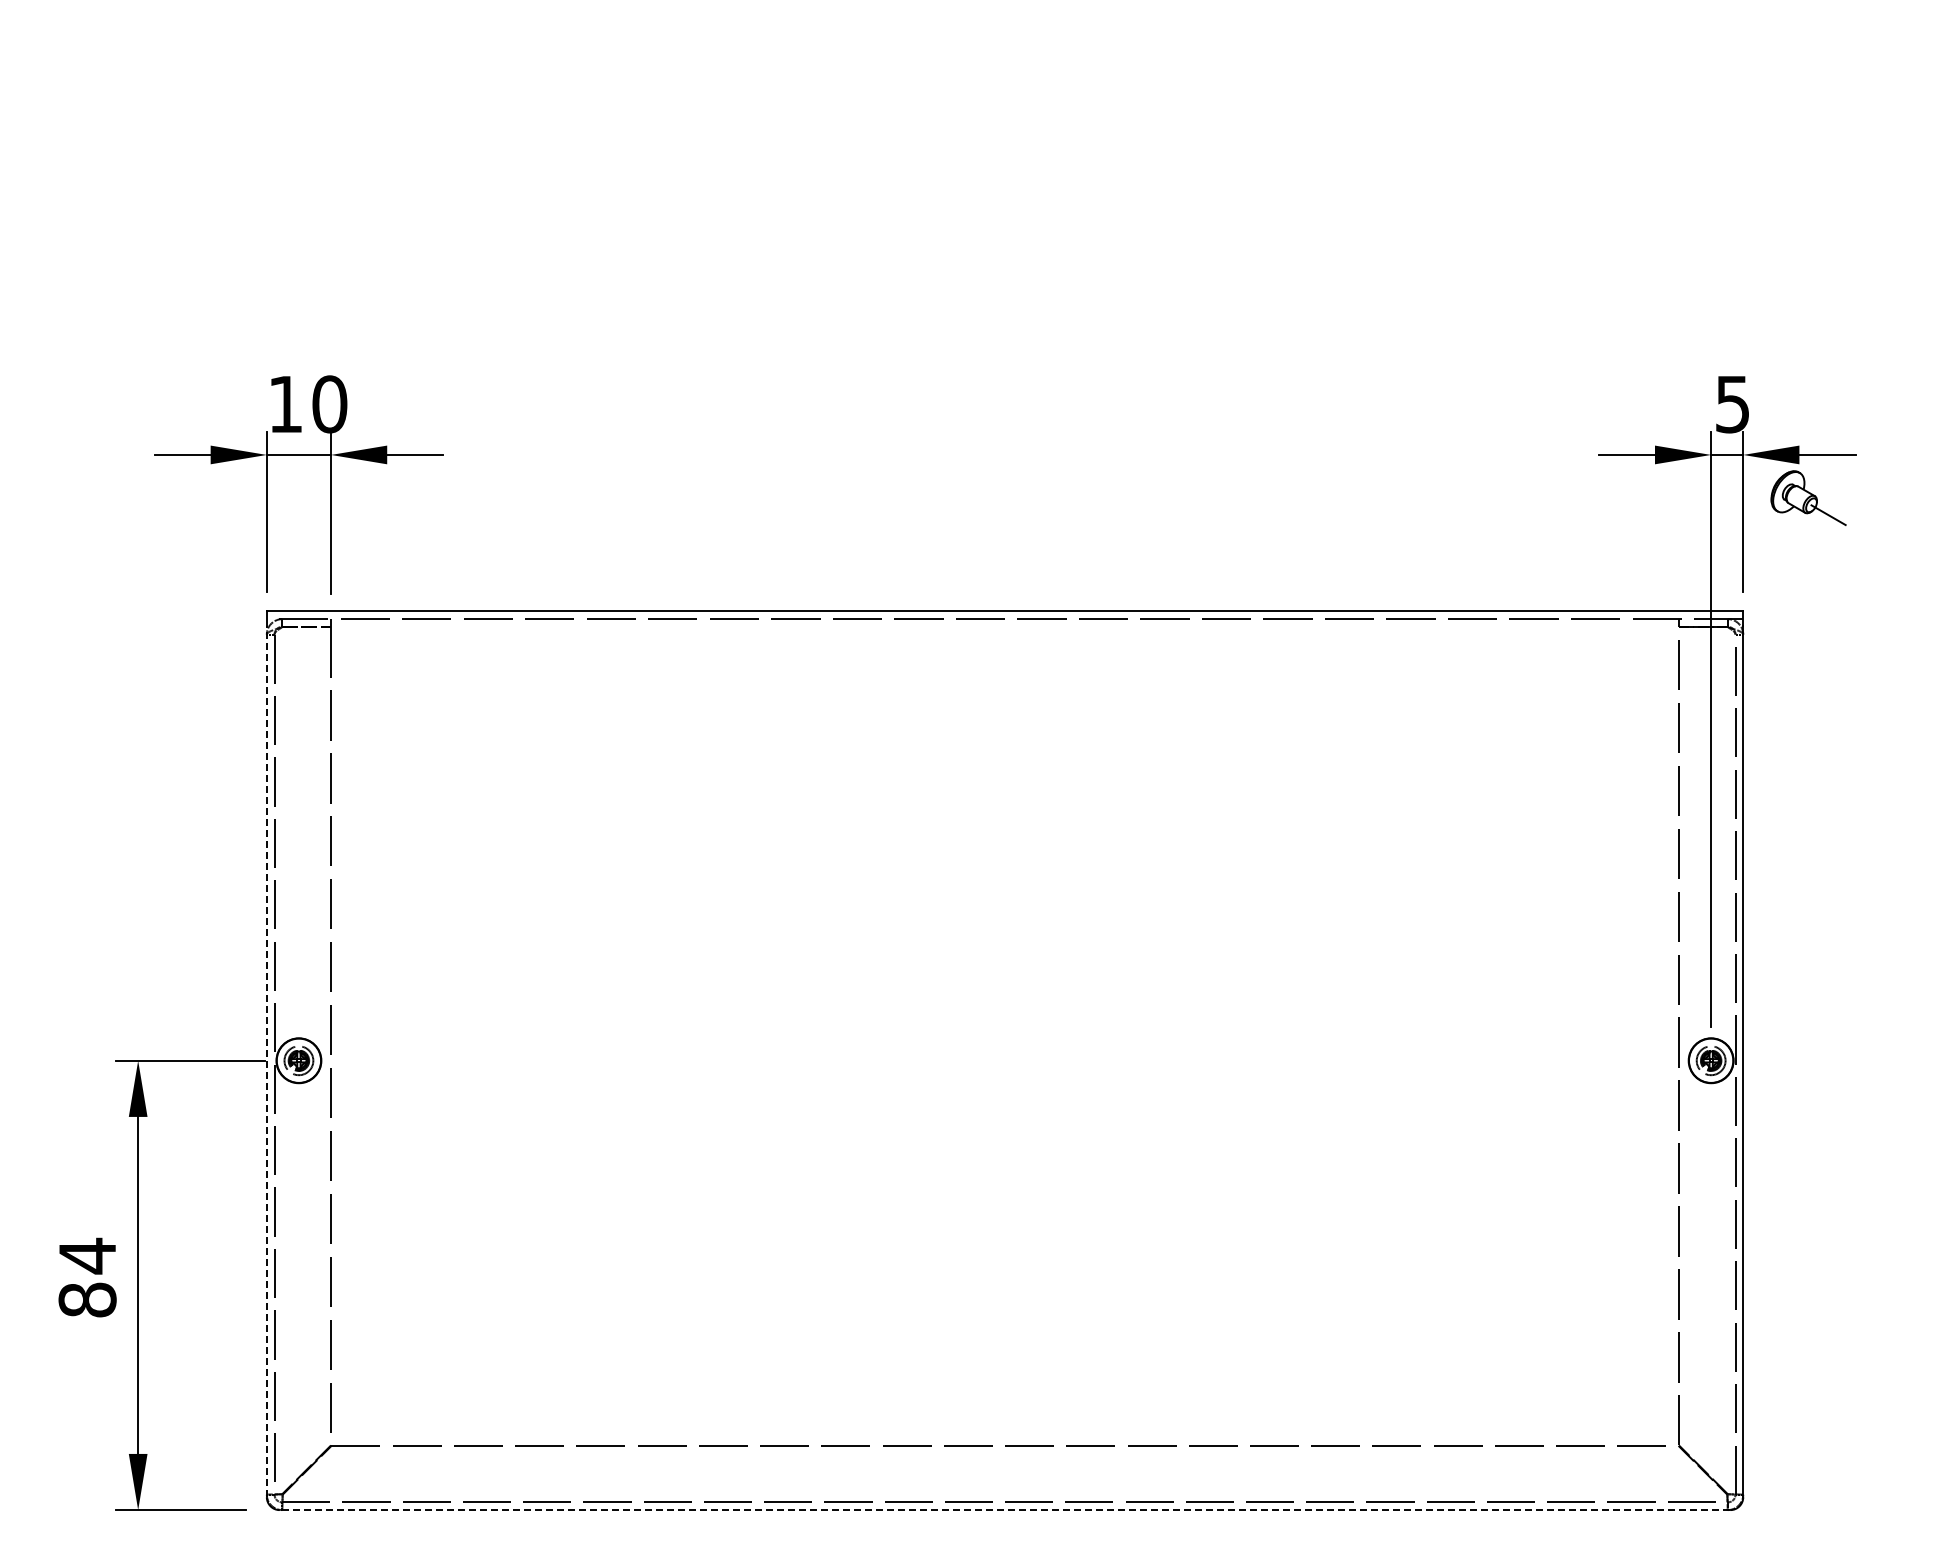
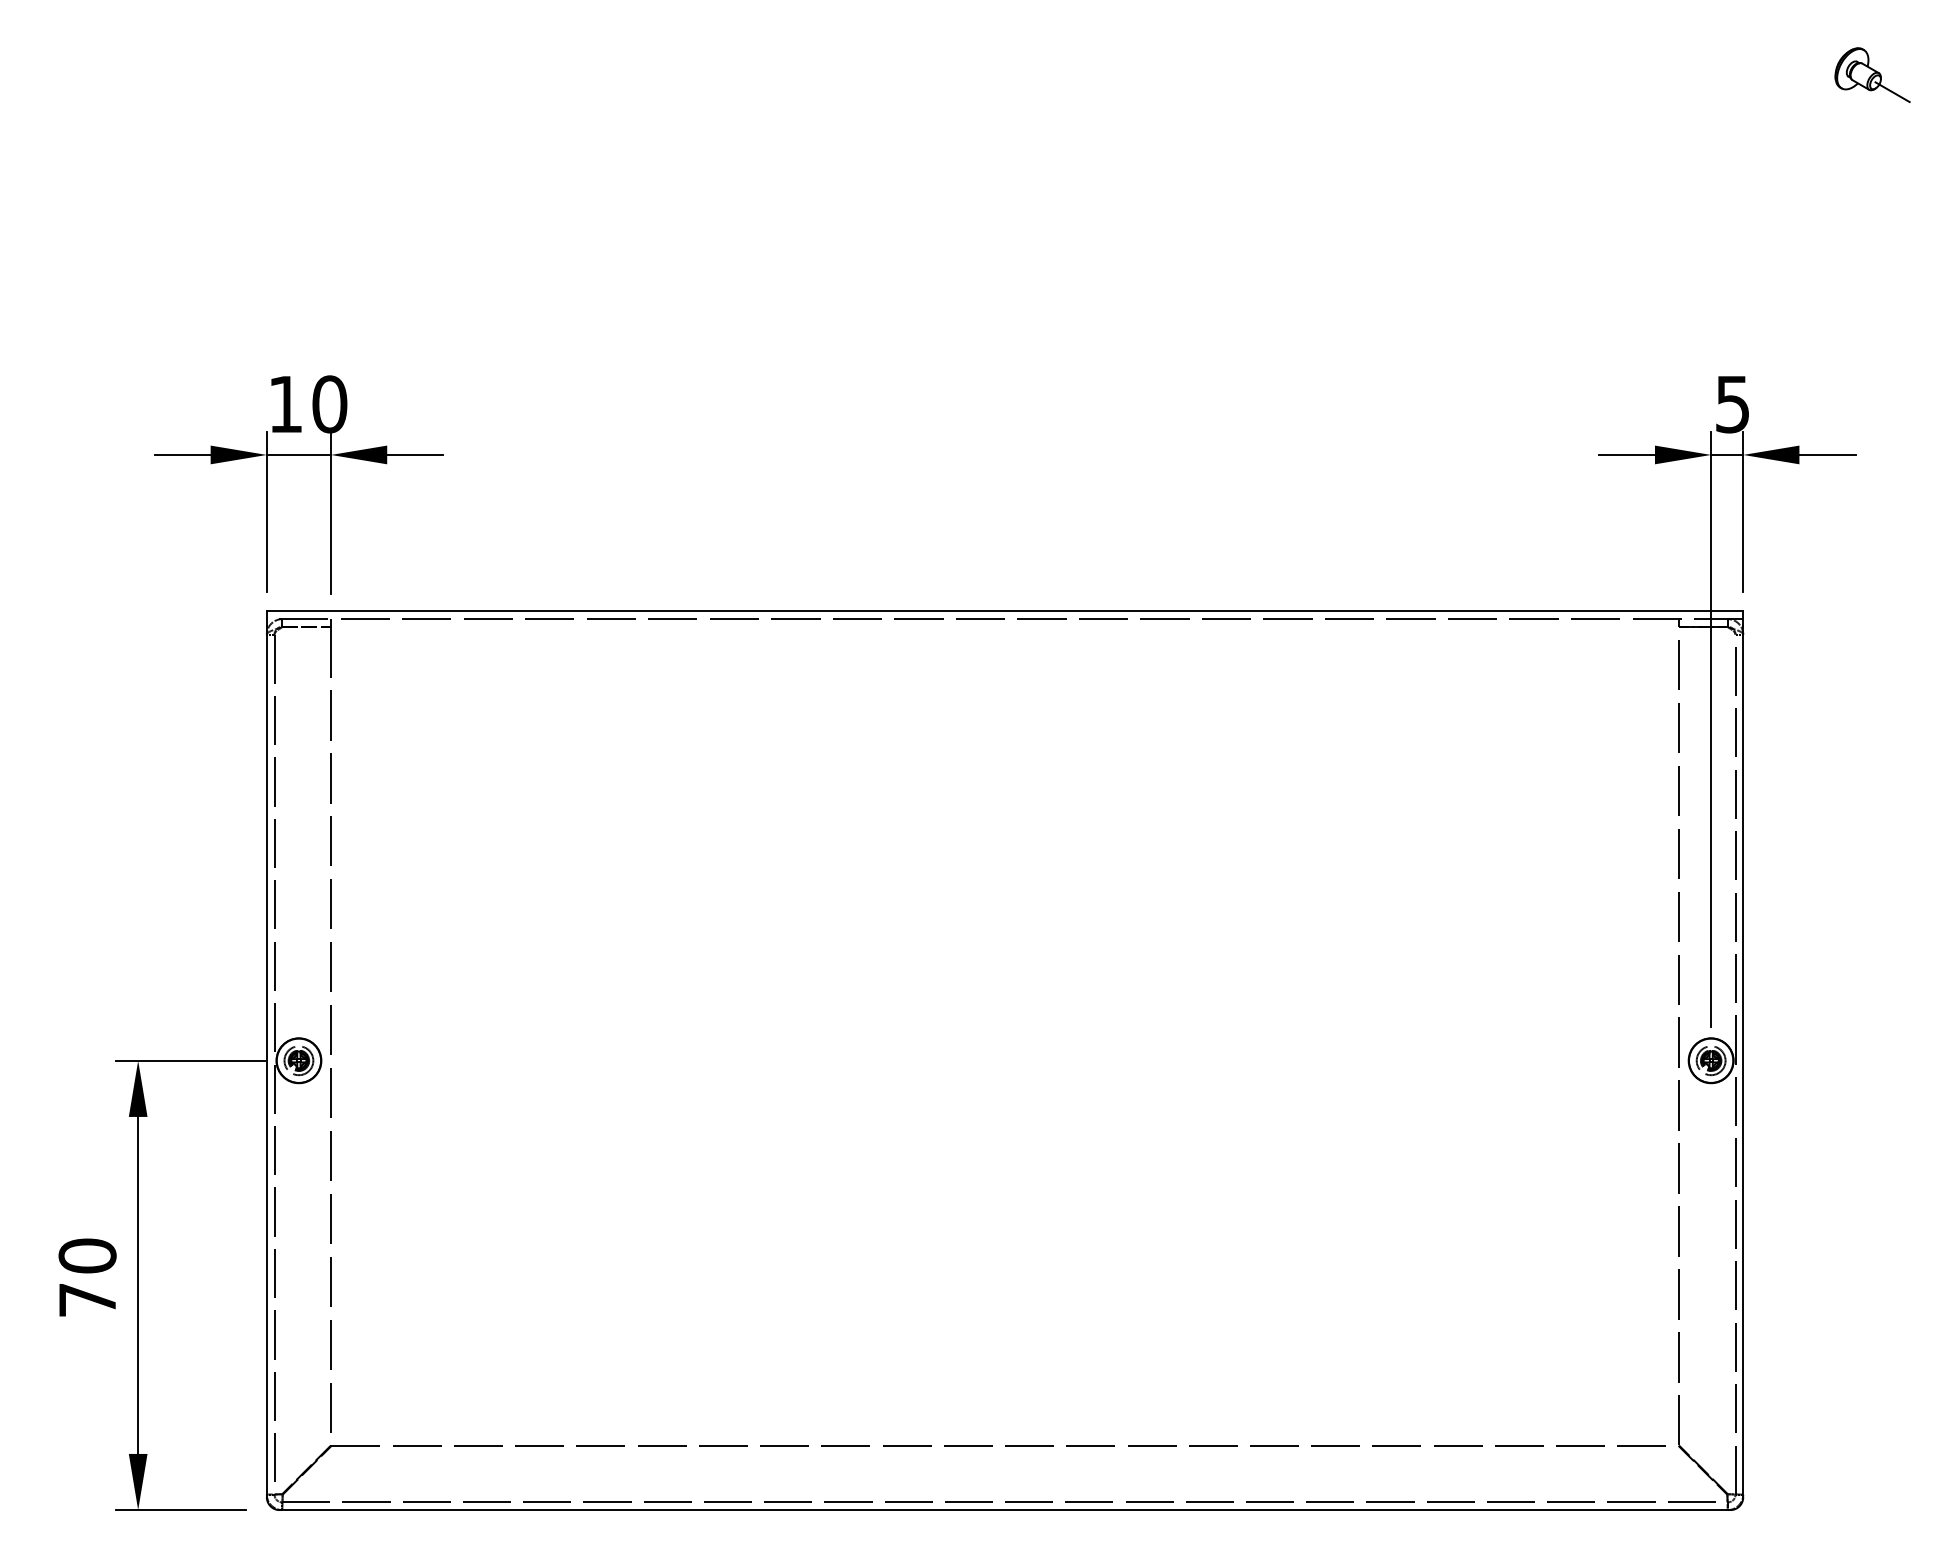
part at (1808, 497) position: (1808, 497) -> (1872, 74)
line at (266, 1061): dashed -> solid
text at (87, 1277): 84 -> 70
line at (1004, 1510): dashed -> solid
